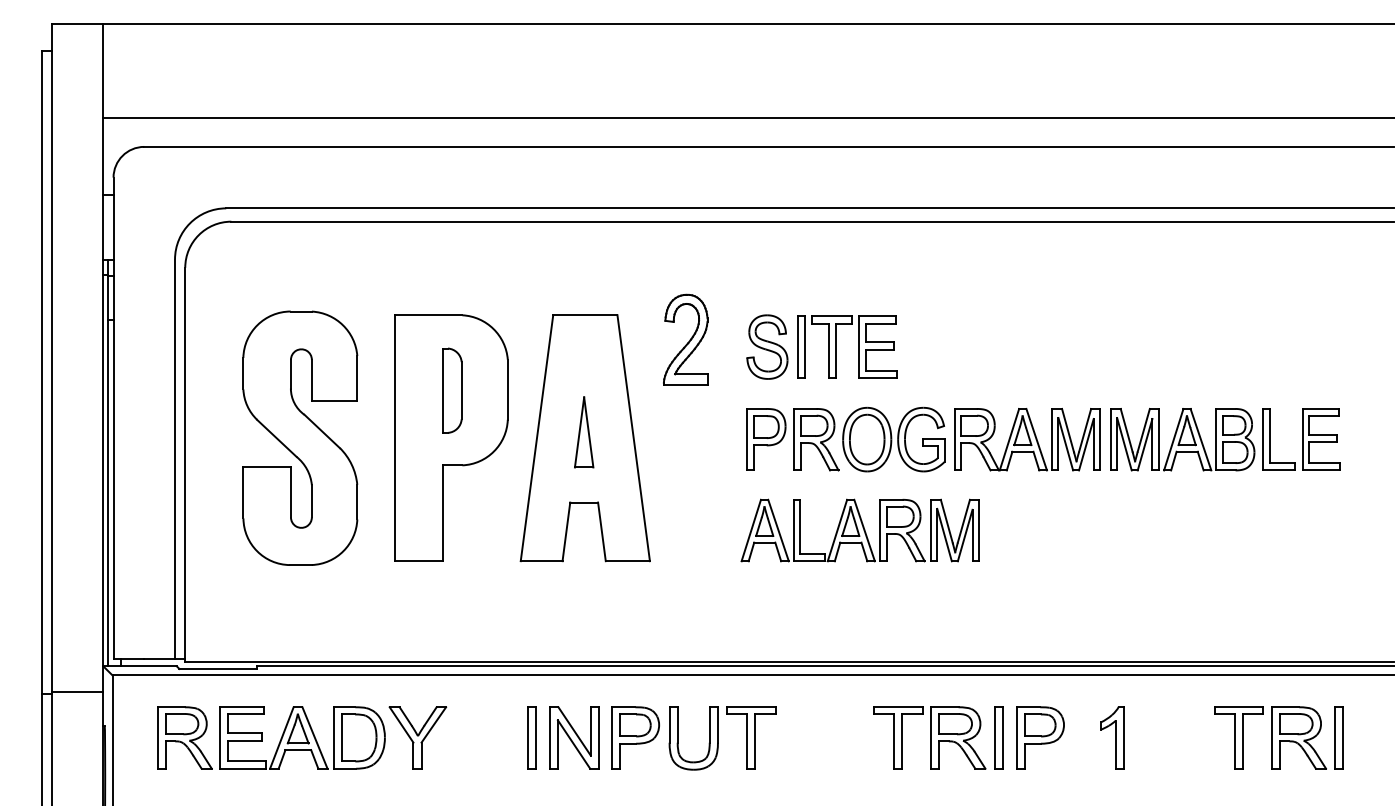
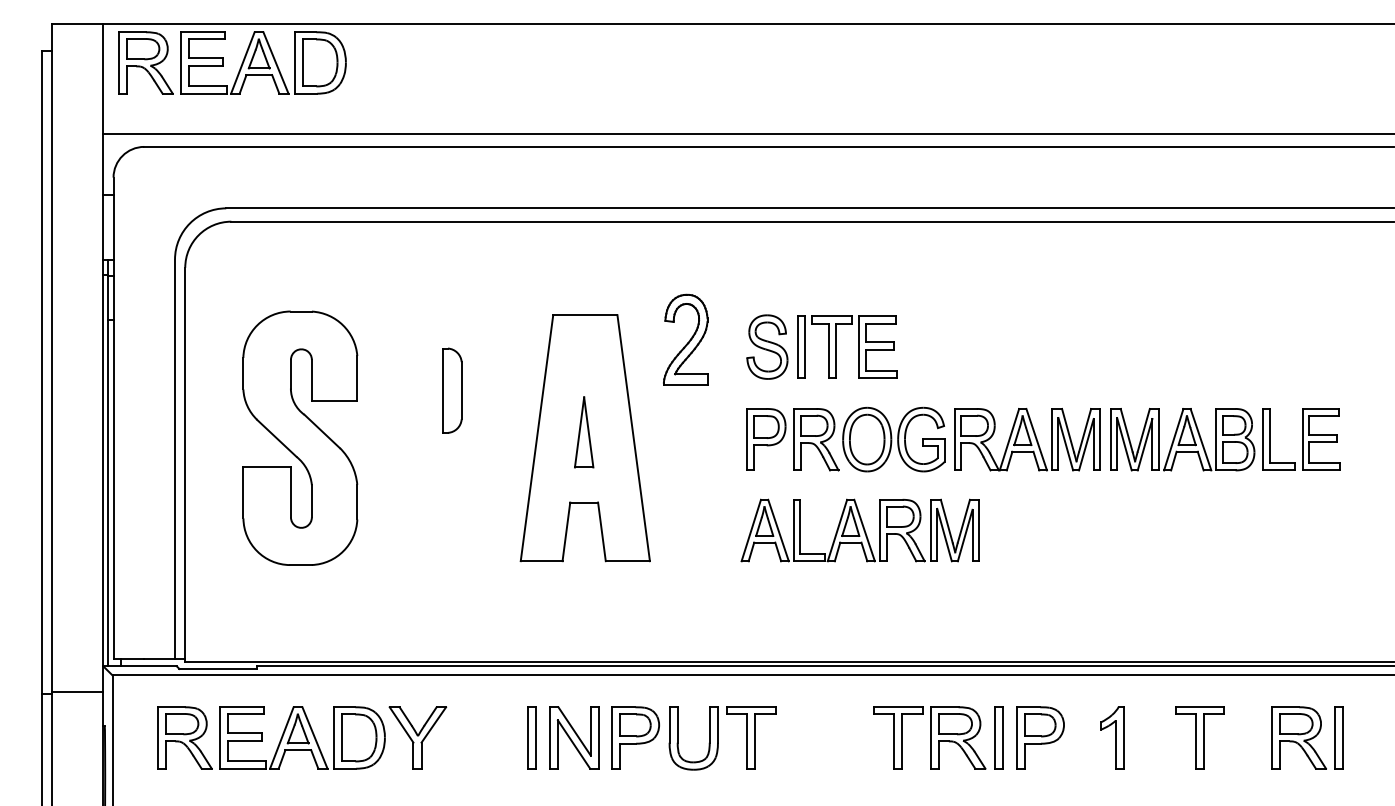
part at (240, 65): none -> present
line at (747, 118) position: (747, 118) -> (747, 134)
part at (451, 437): present -> none
part at (1238, 737) position: (1238, 737) -> (1199, 737)
